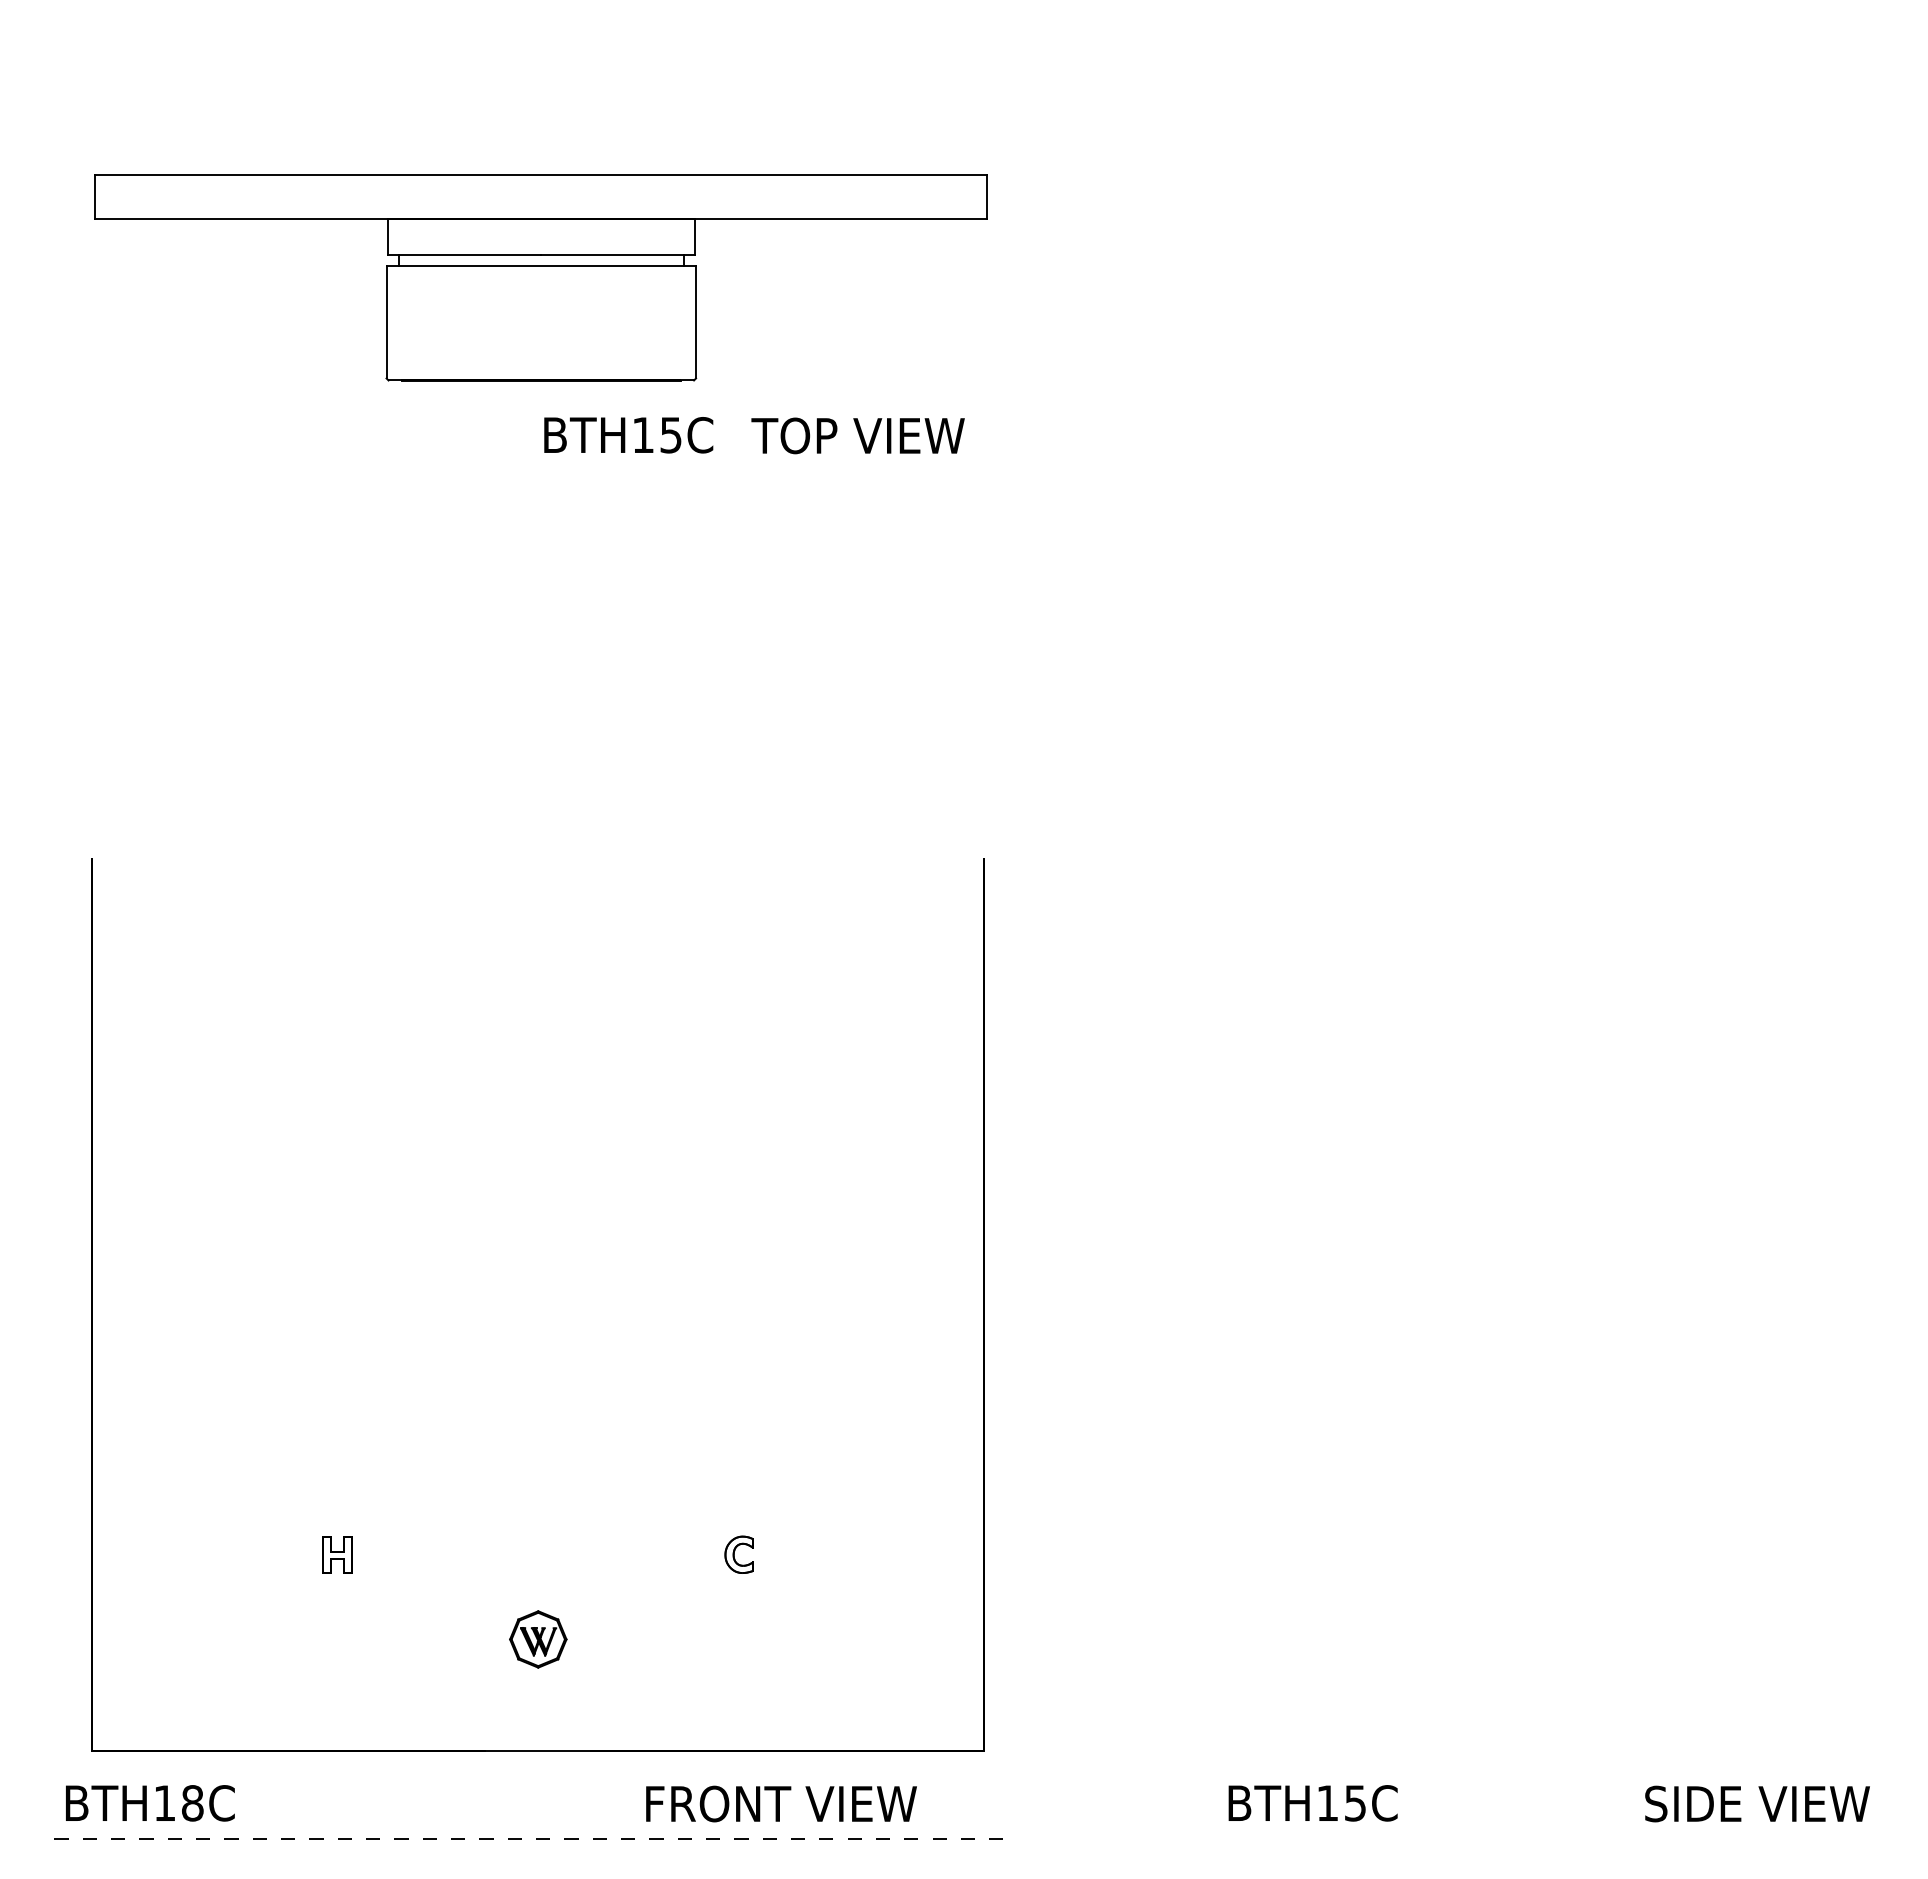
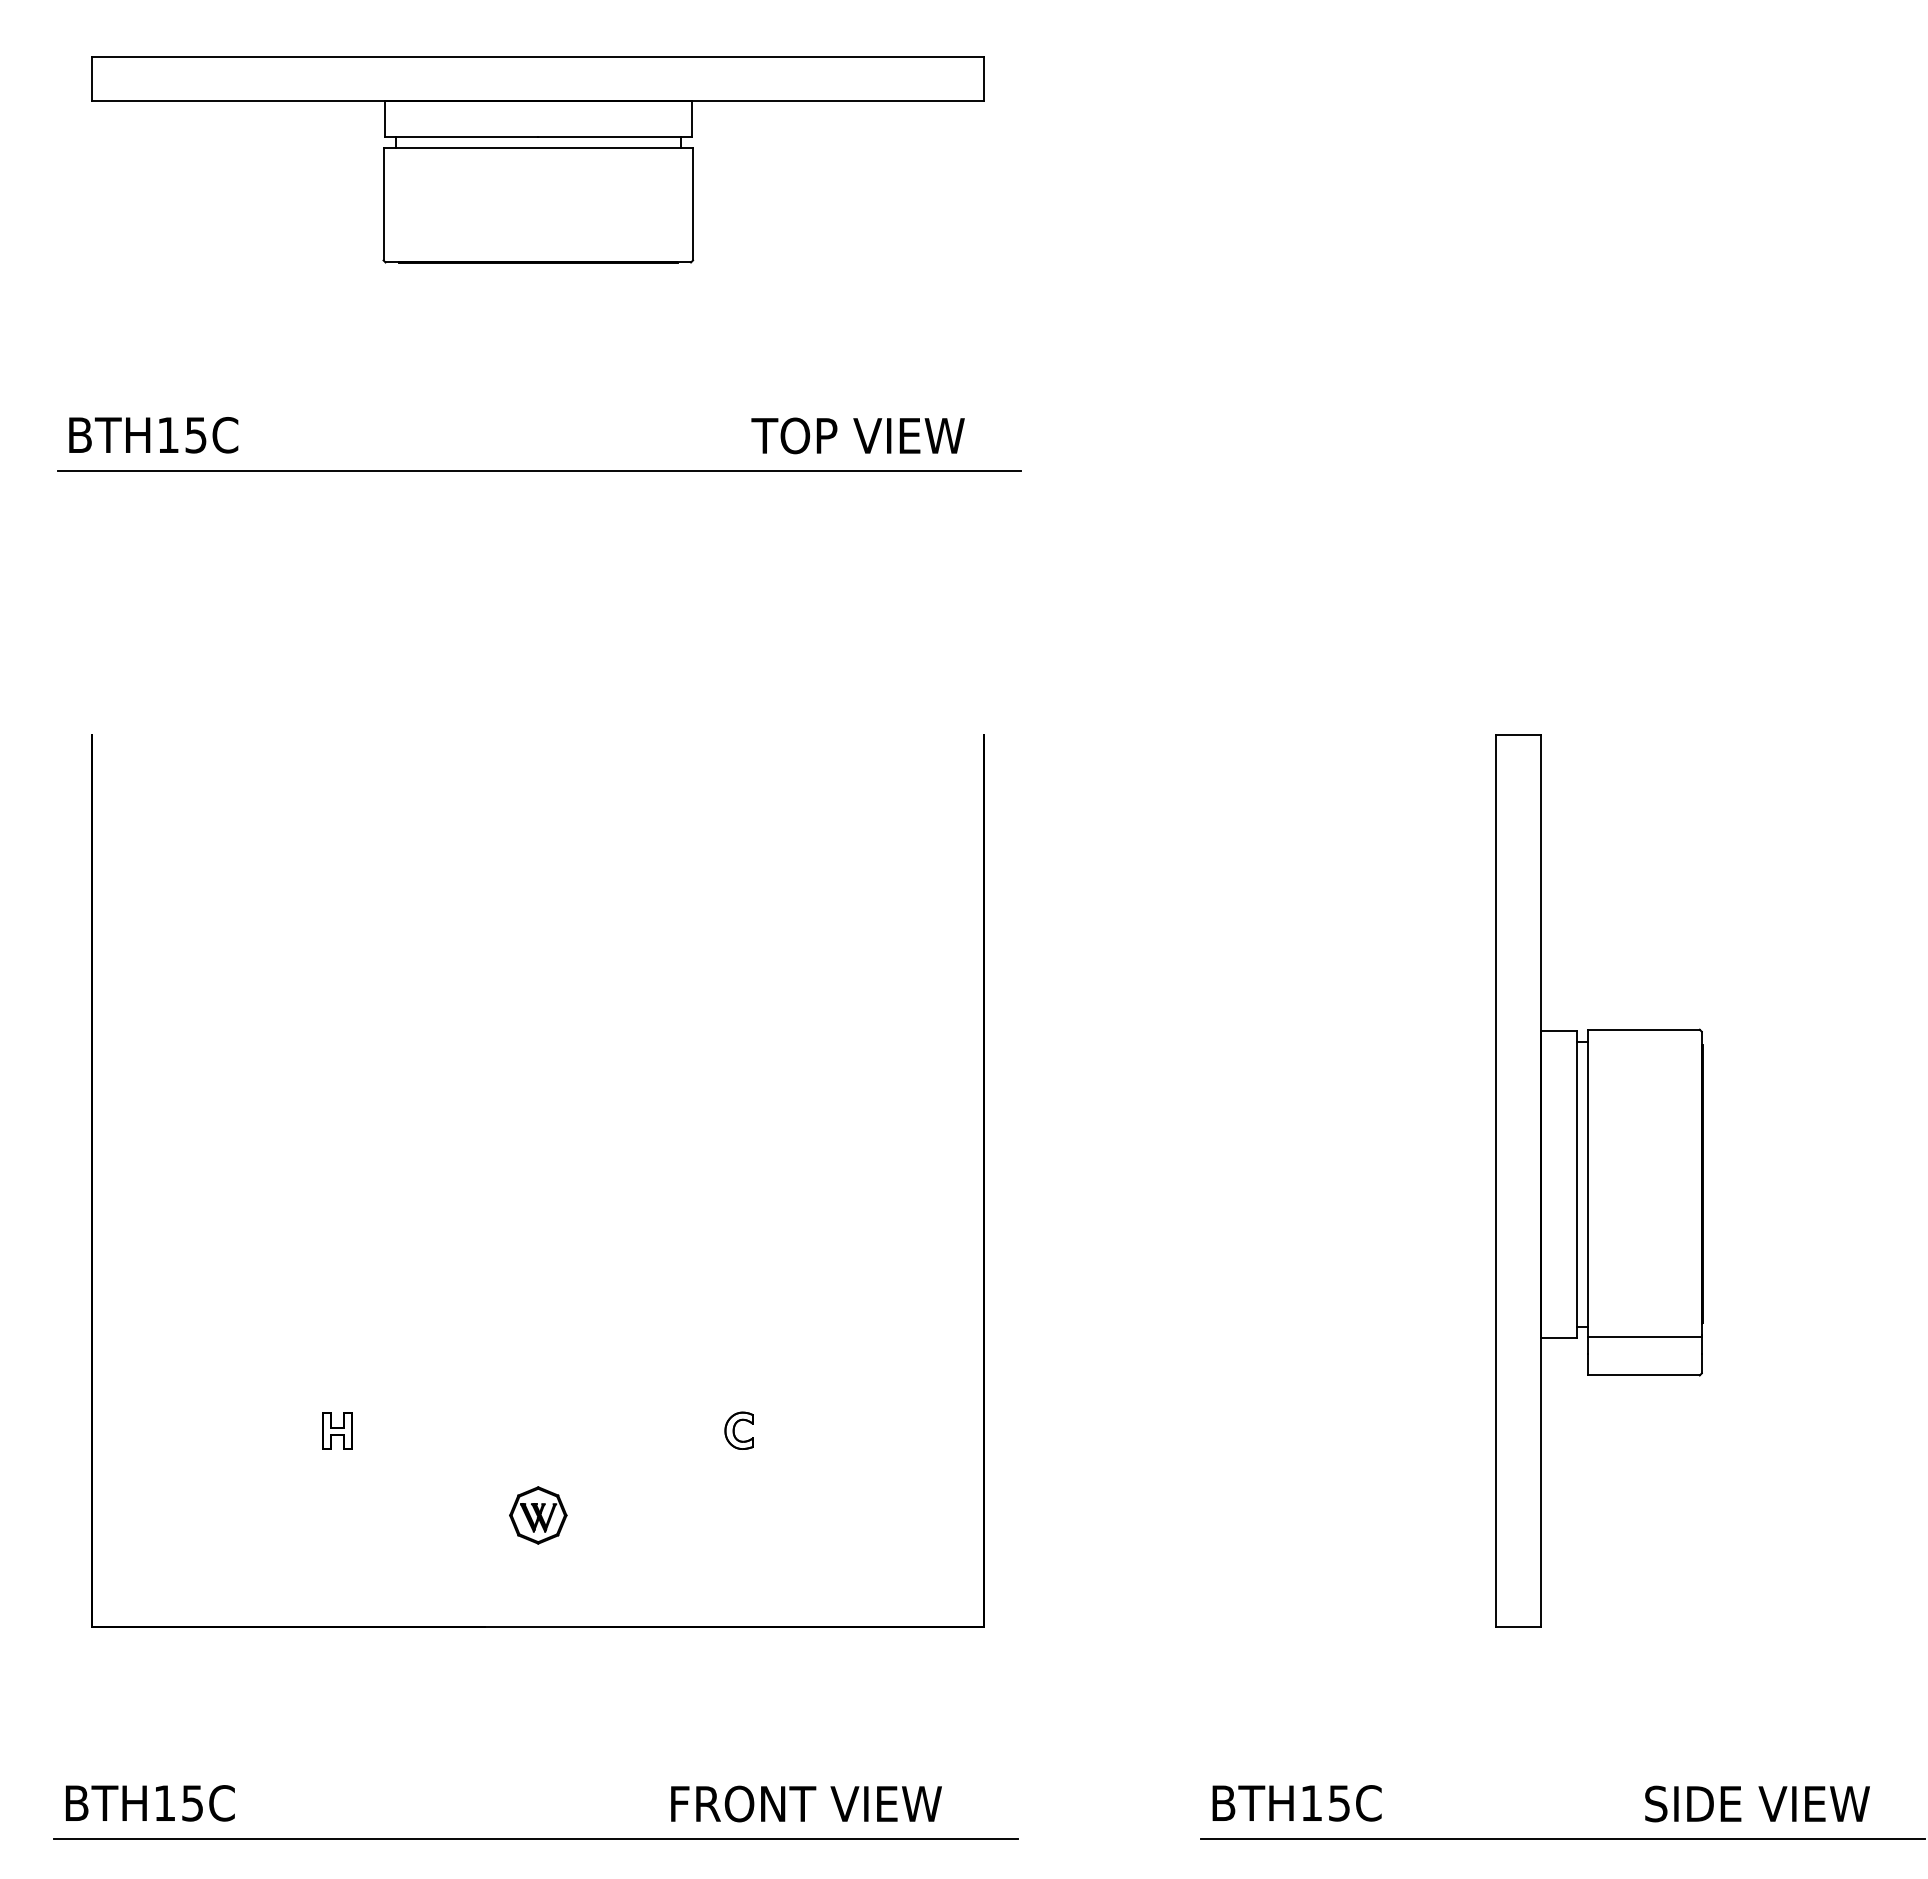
part at (540, 277) position: (540, 277) -> (537, 159)
text at (628, 435) position: (628, 435) -> (153, 435)
line at (539, 471): none -> present
part at (1599, 1180): none -> present
part at (352, 1536) position: (352, 1536) -> (352, 1412)
text at (192, 1803): BTH18C -> BTH15C
text at (781, 1803) position: (781, 1803) -> (806, 1803)
text at (1312, 1803) position: (1312, 1803) -> (1296, 1803)
line at (536, 1839): dashed -> solid
line at (1562, 1839): none -> present
